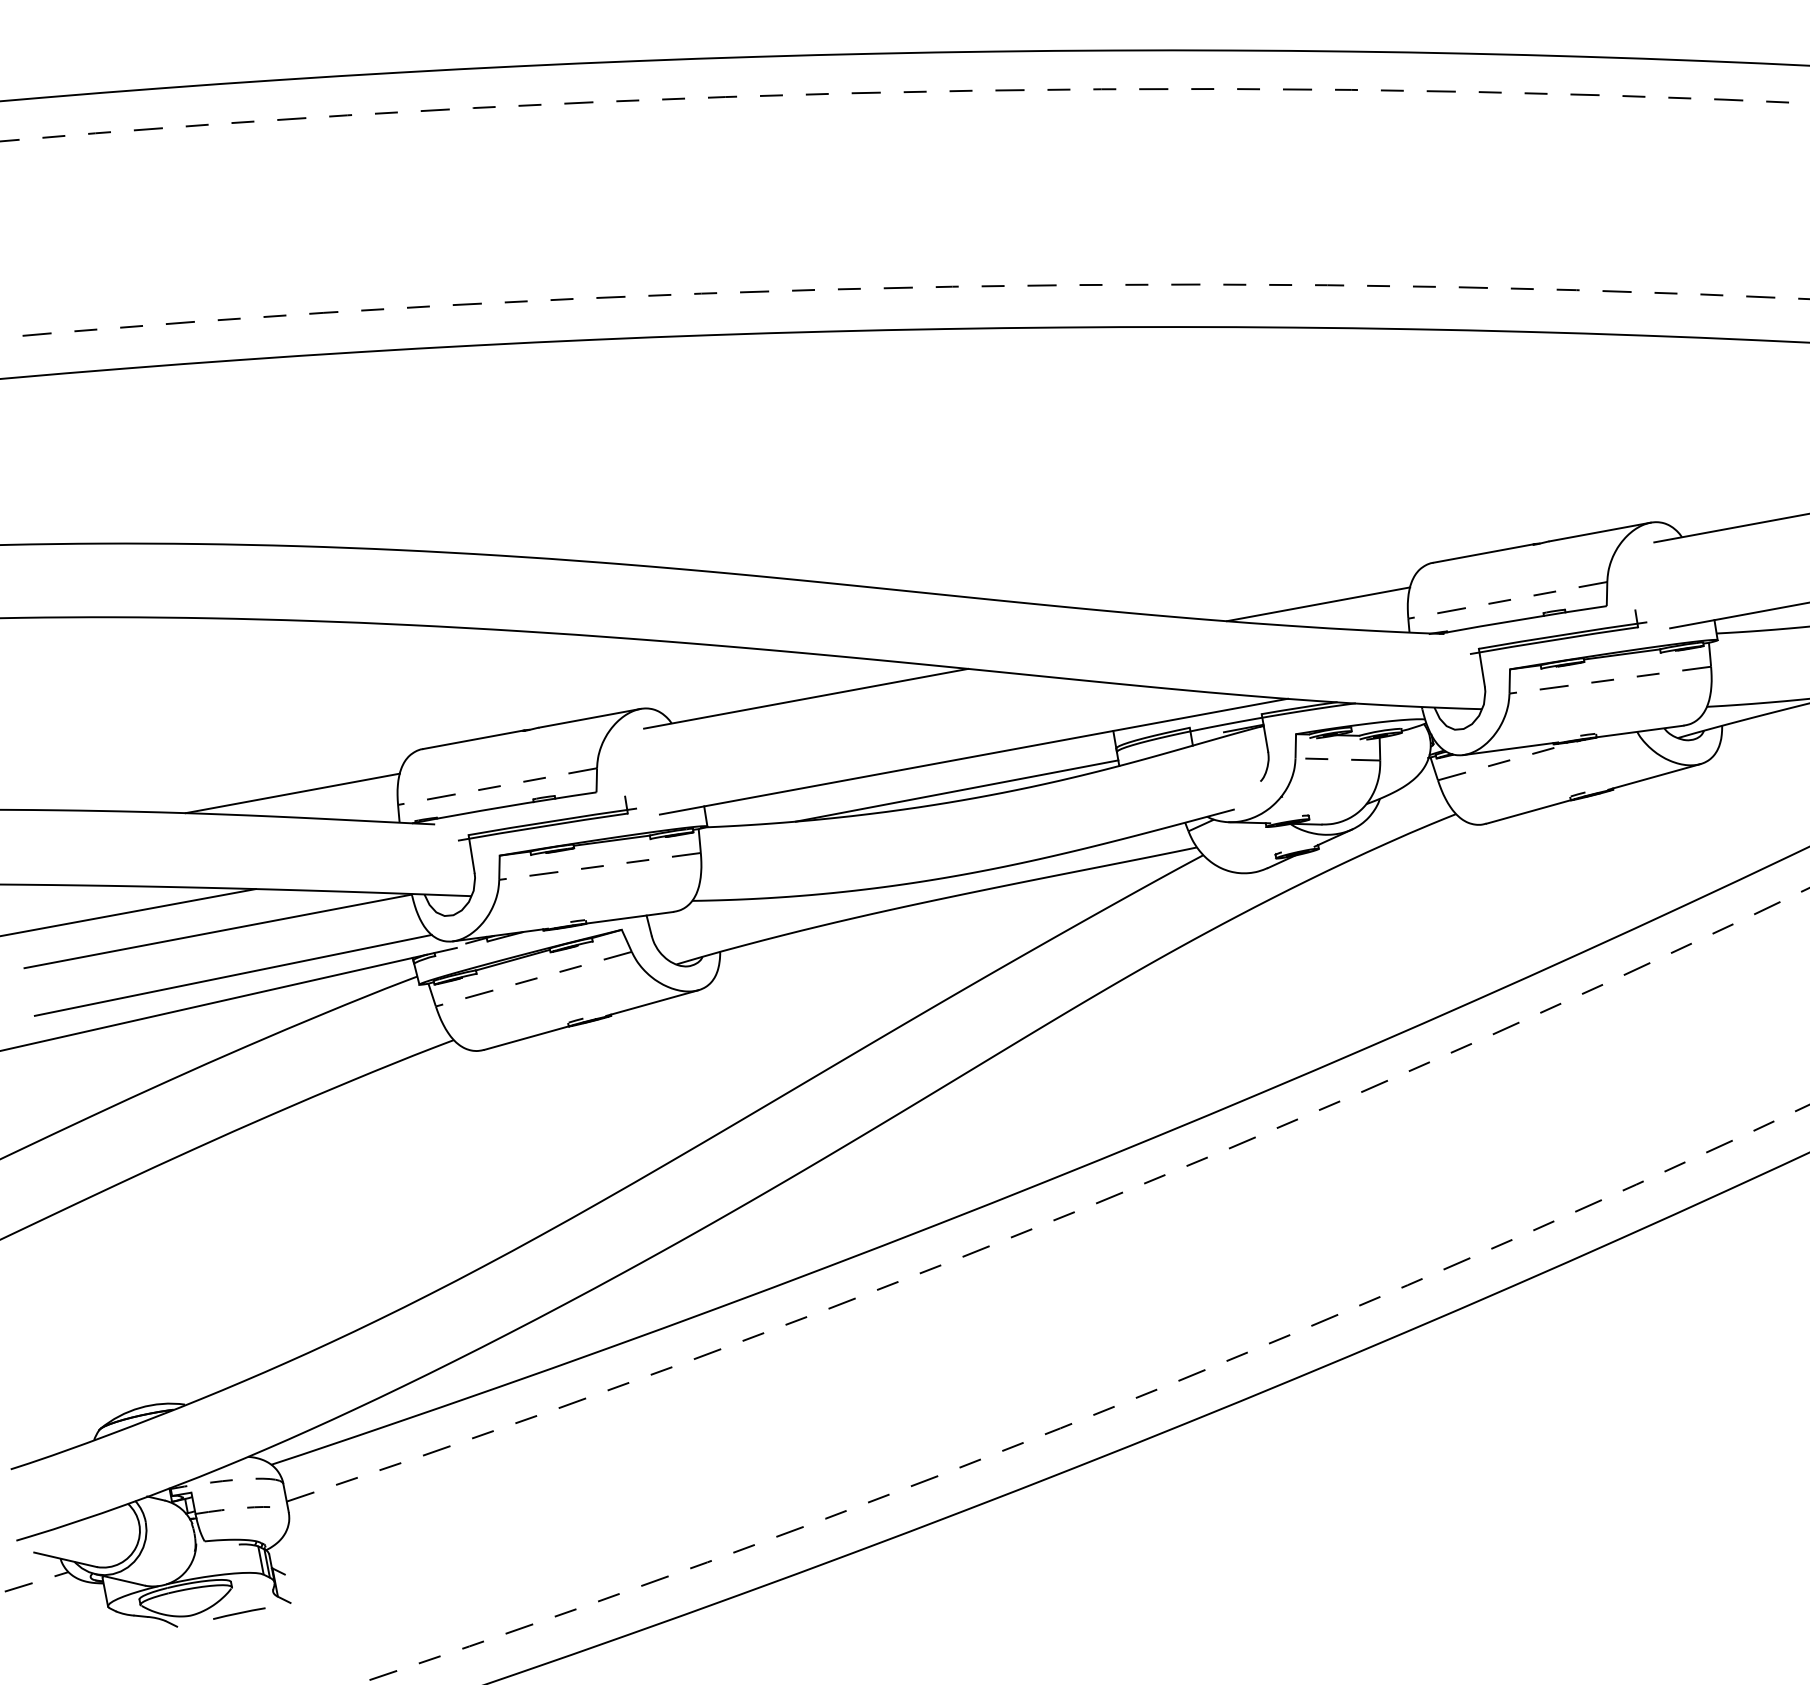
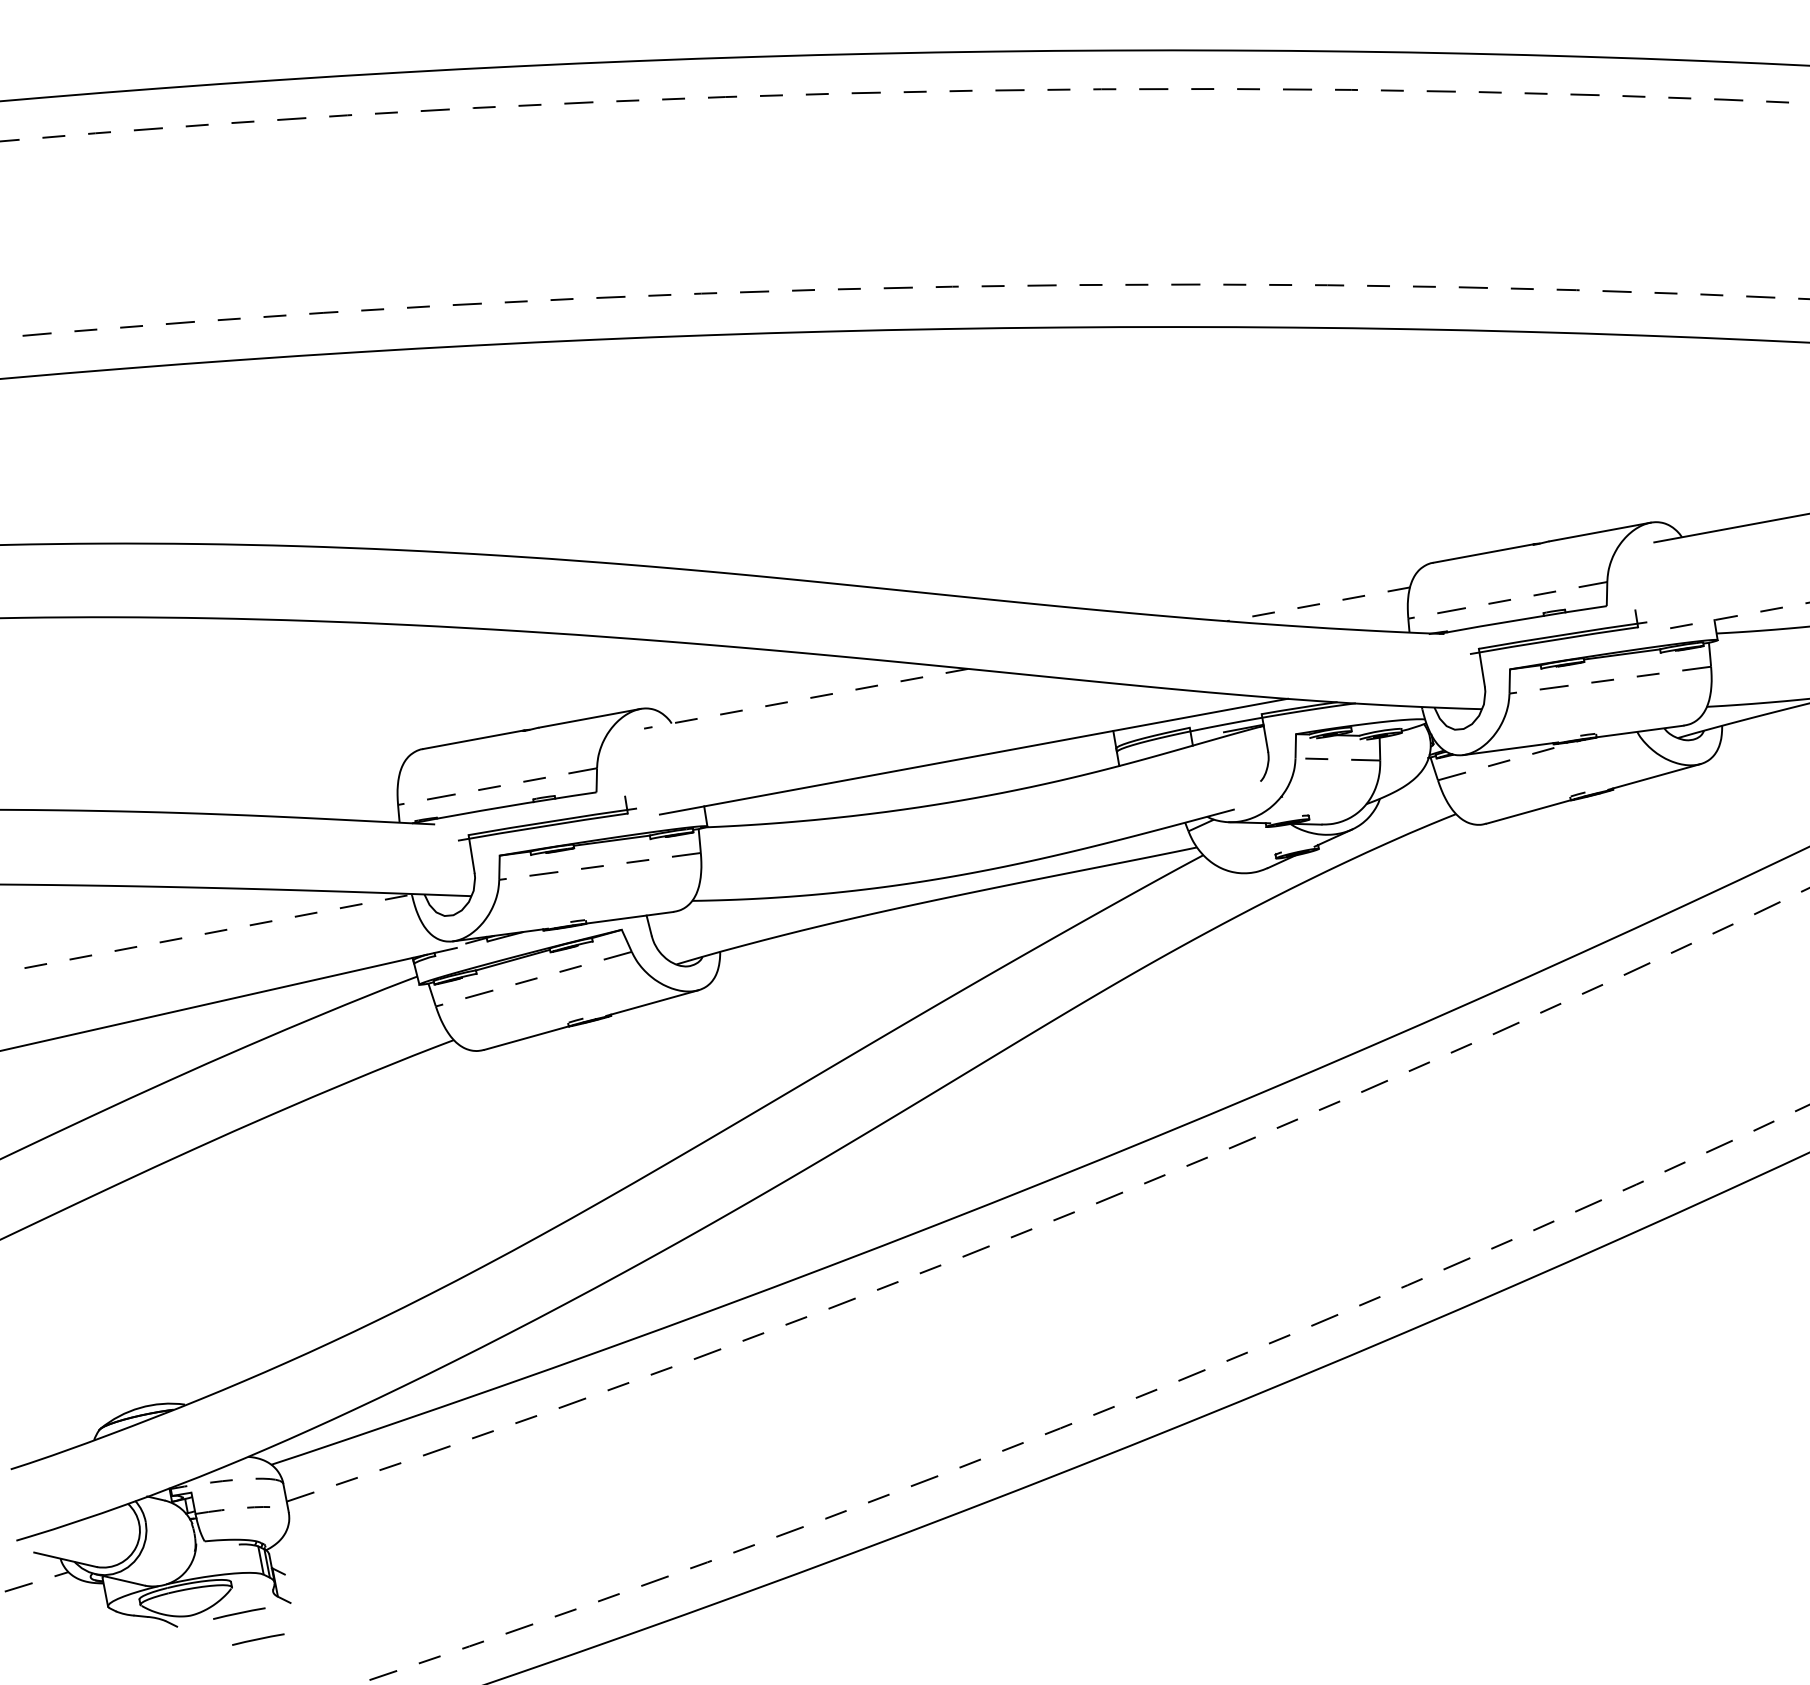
line at (1318, 604): solid -> dashed
line at (1739, 615): solid -> dashed
line at (806, 698): solid -> dashed
line at (956, 790): present -> none
line at (292, 793): present -> none
line at (128, 912): present -> none
line at (218, 931): solid -> dashed
line at (232, 974): present -> none
line at (258, 1639): none -> present
